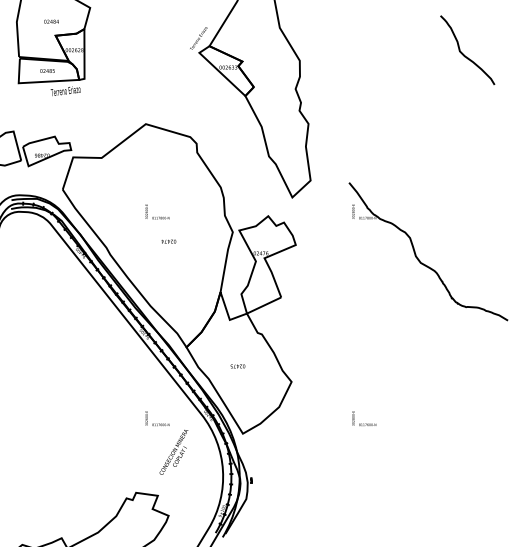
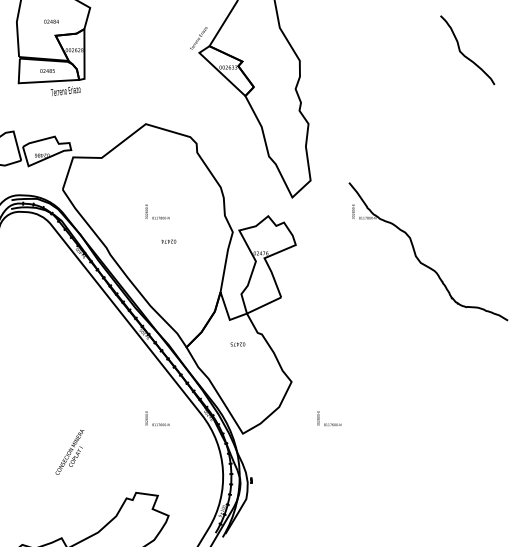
text at (237, 366) position: (237, 366) -> (237, 344)
text at (364, 418) position: (364, 418) -> (329, 418)
text at (173, 451) position: (173, 451) -> (69, 451)
